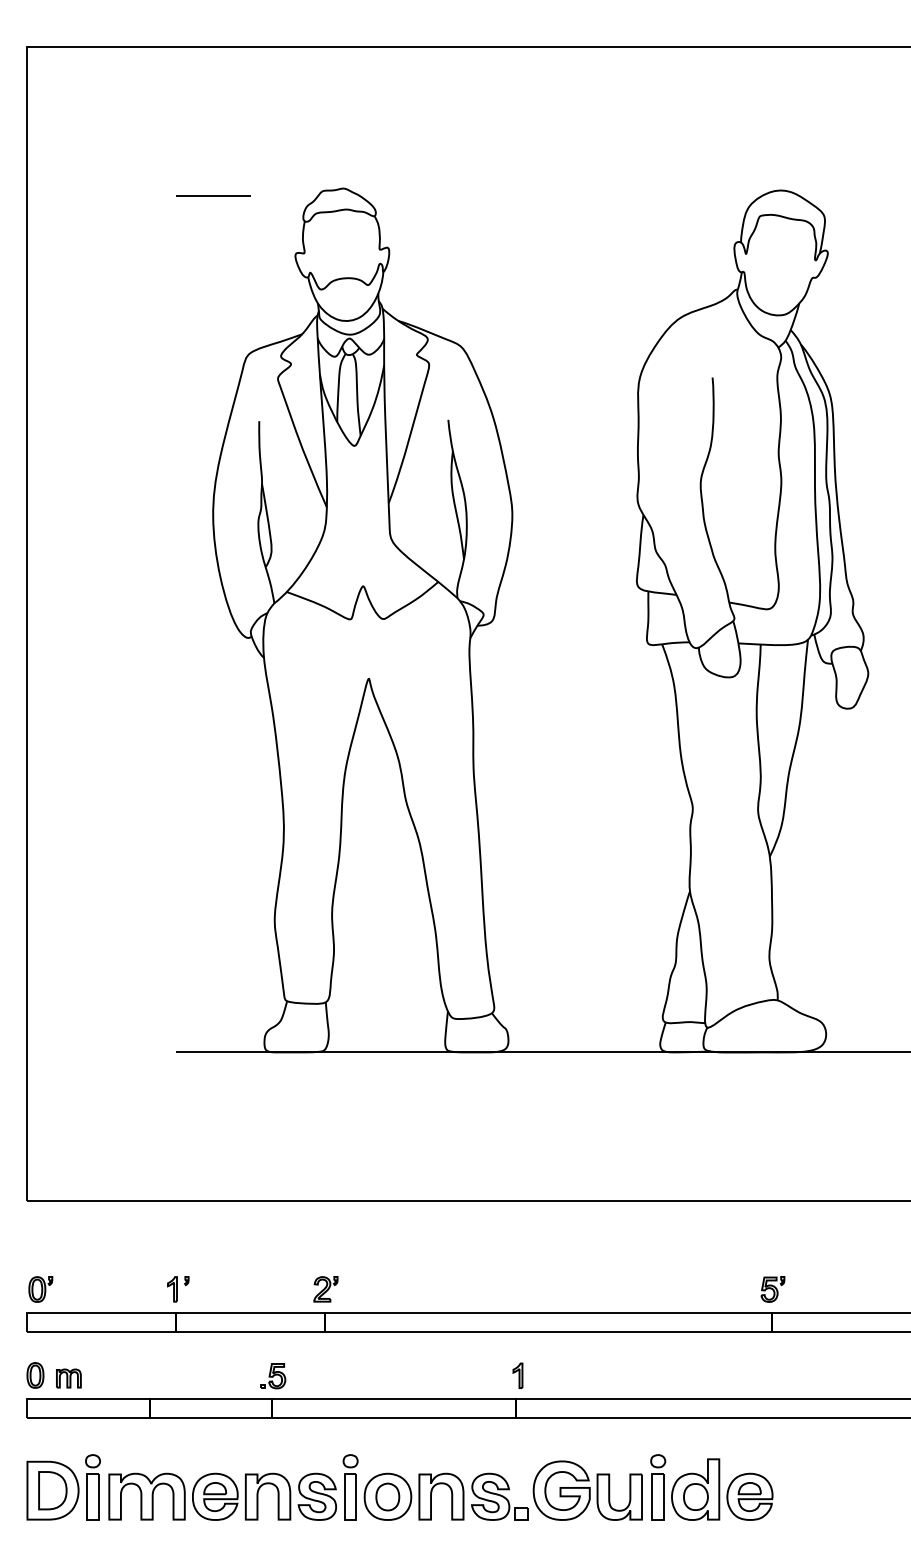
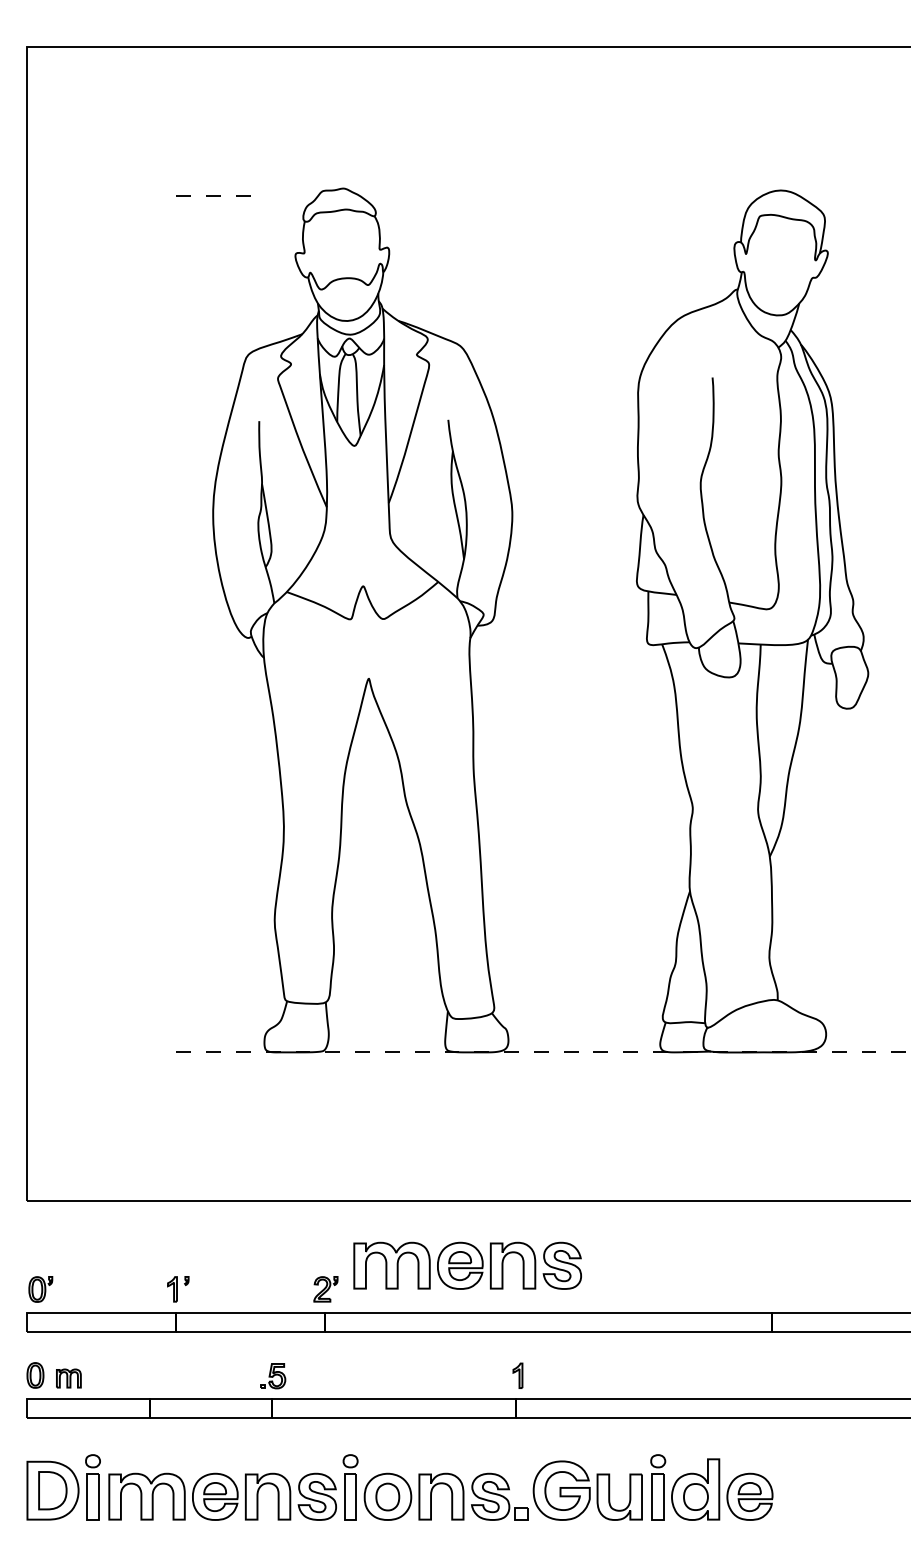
line at (214, 195): solid -> dashed
line at (544, 1052): solid -> dashed
part at (467, 1265): none -> present
part at (772, 1289): present -> none
